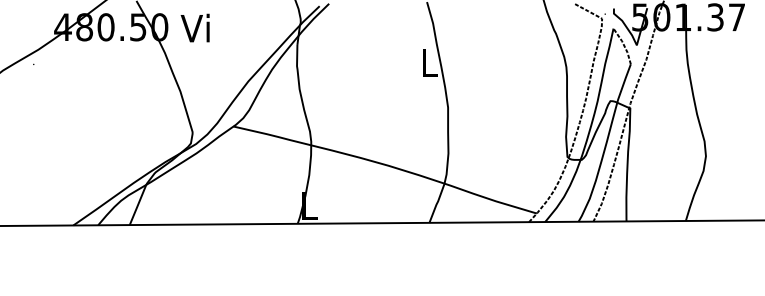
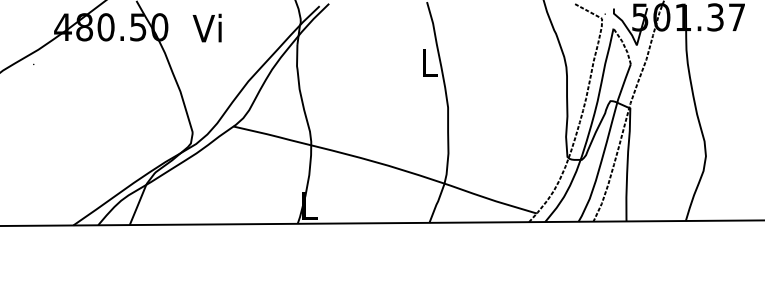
text at (194, 27) position: (194, 27) -> (206, 27)
